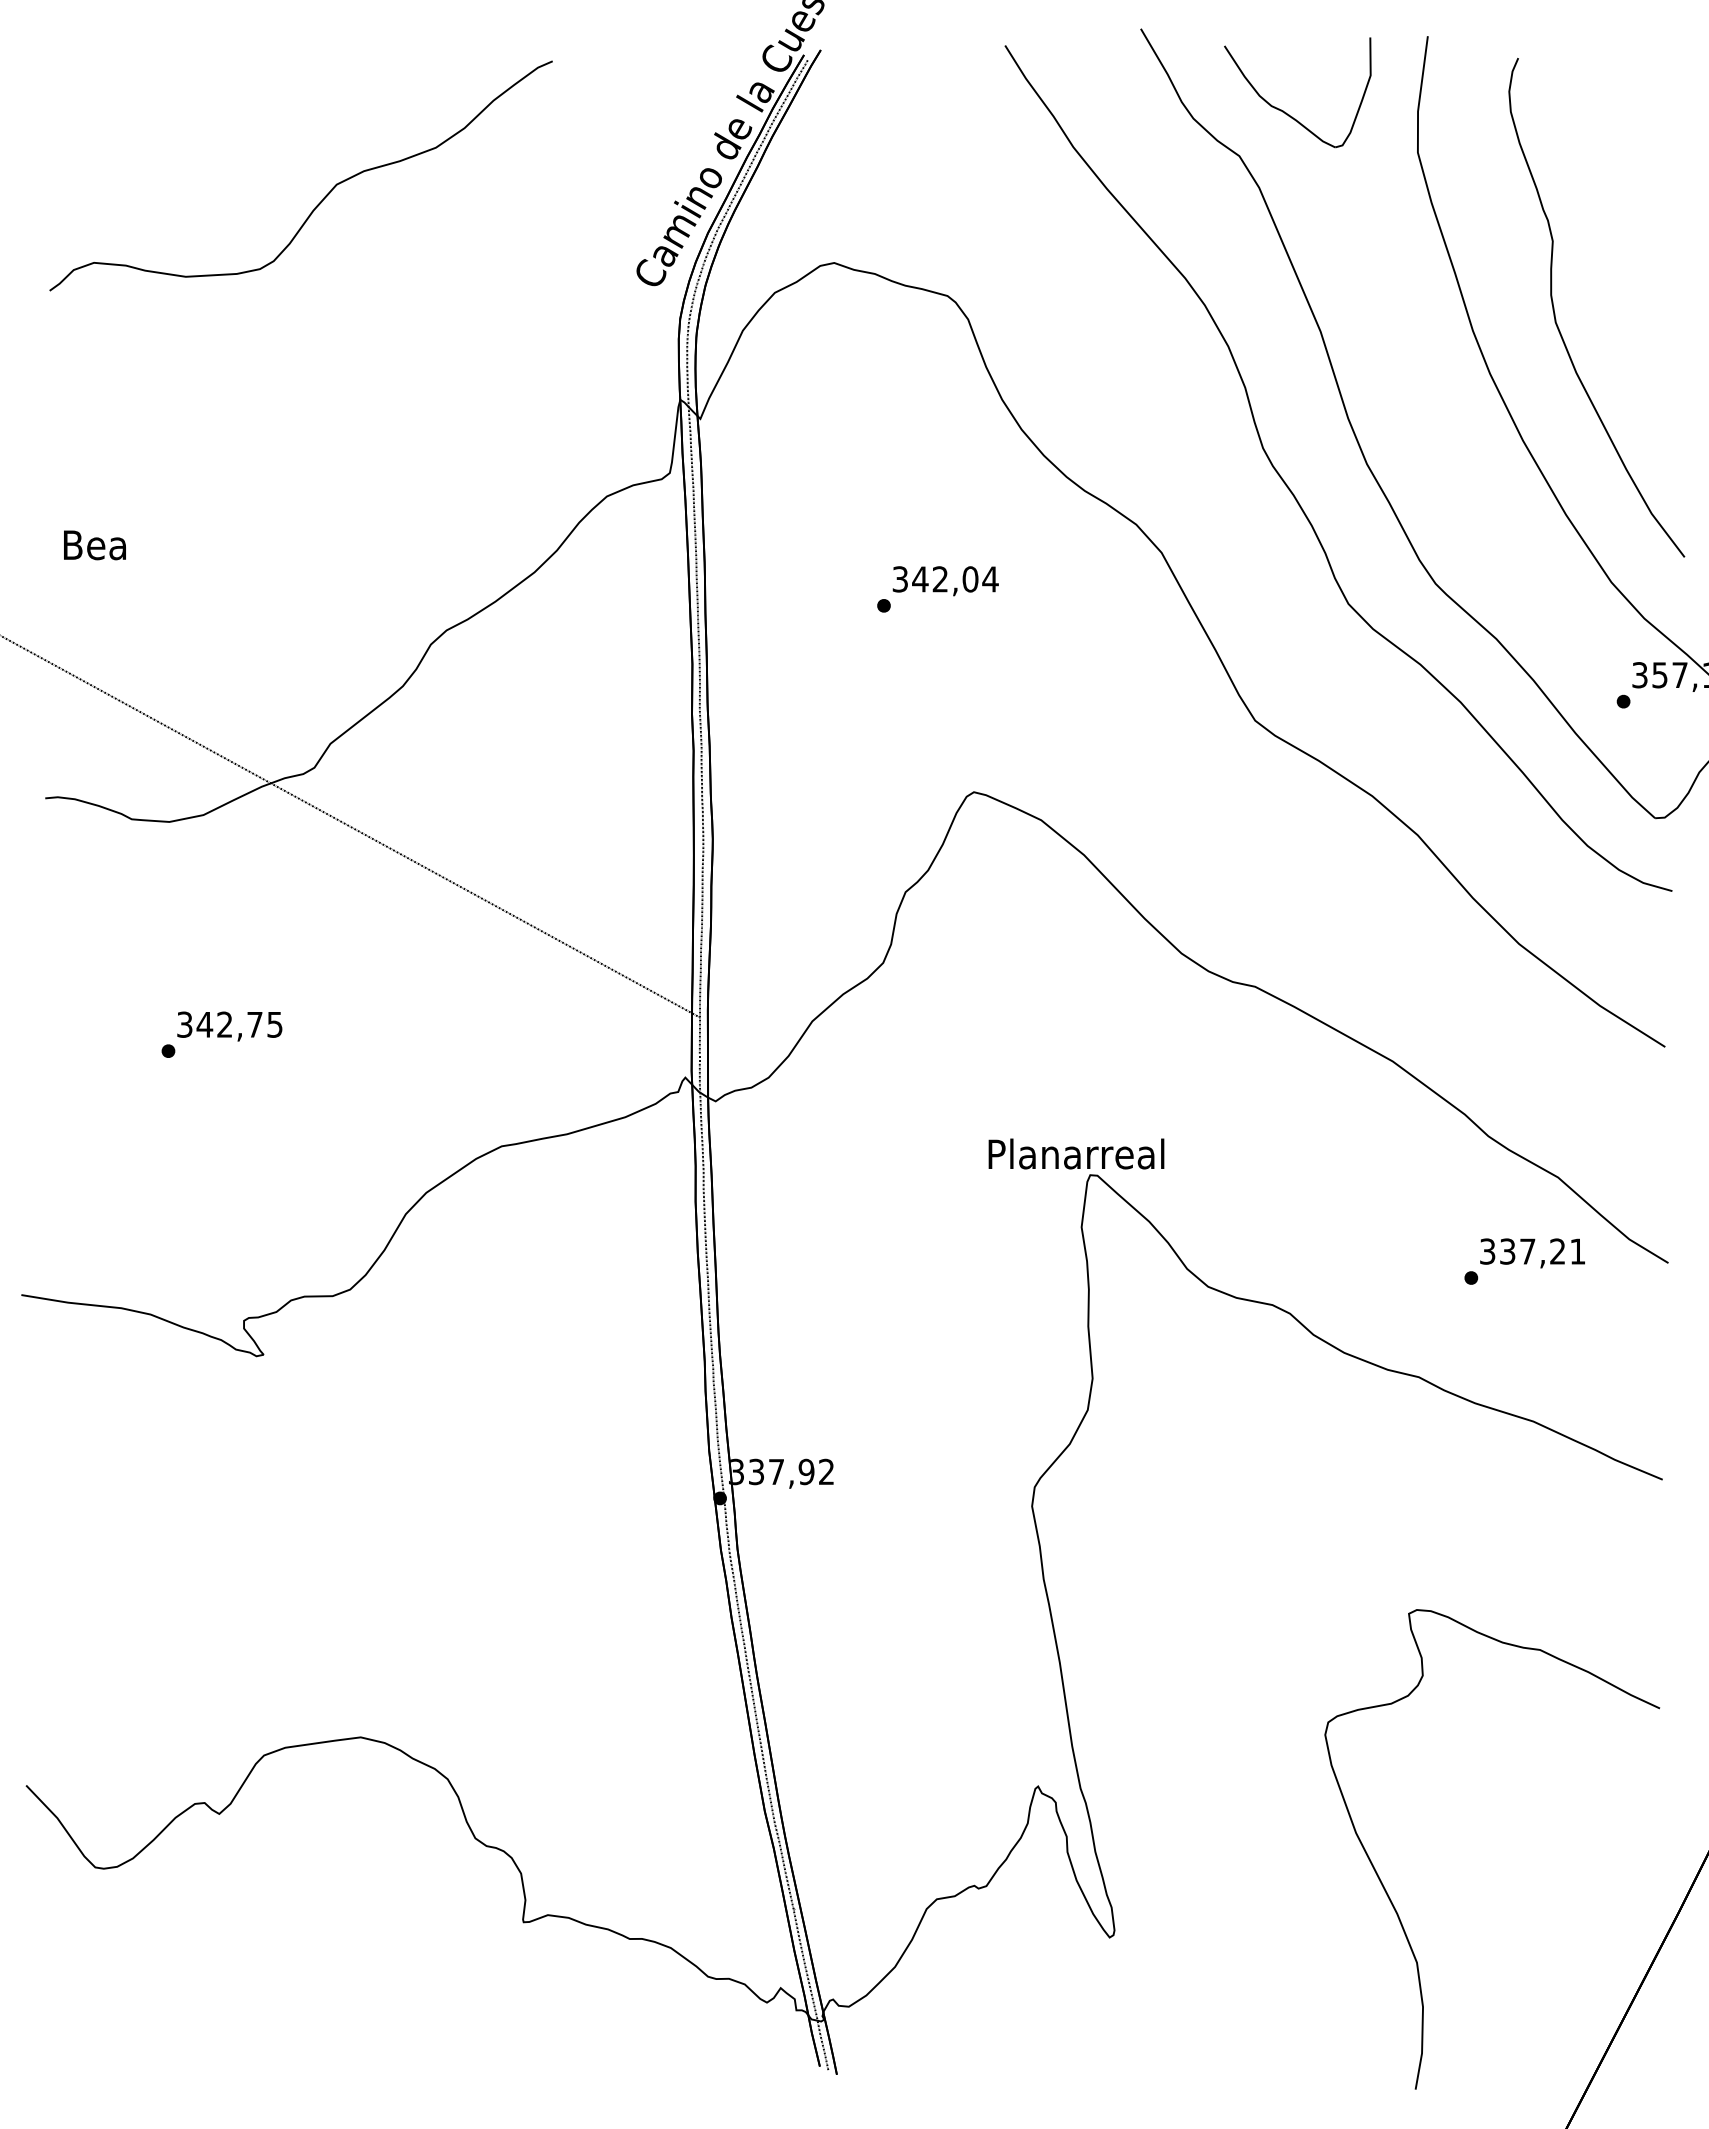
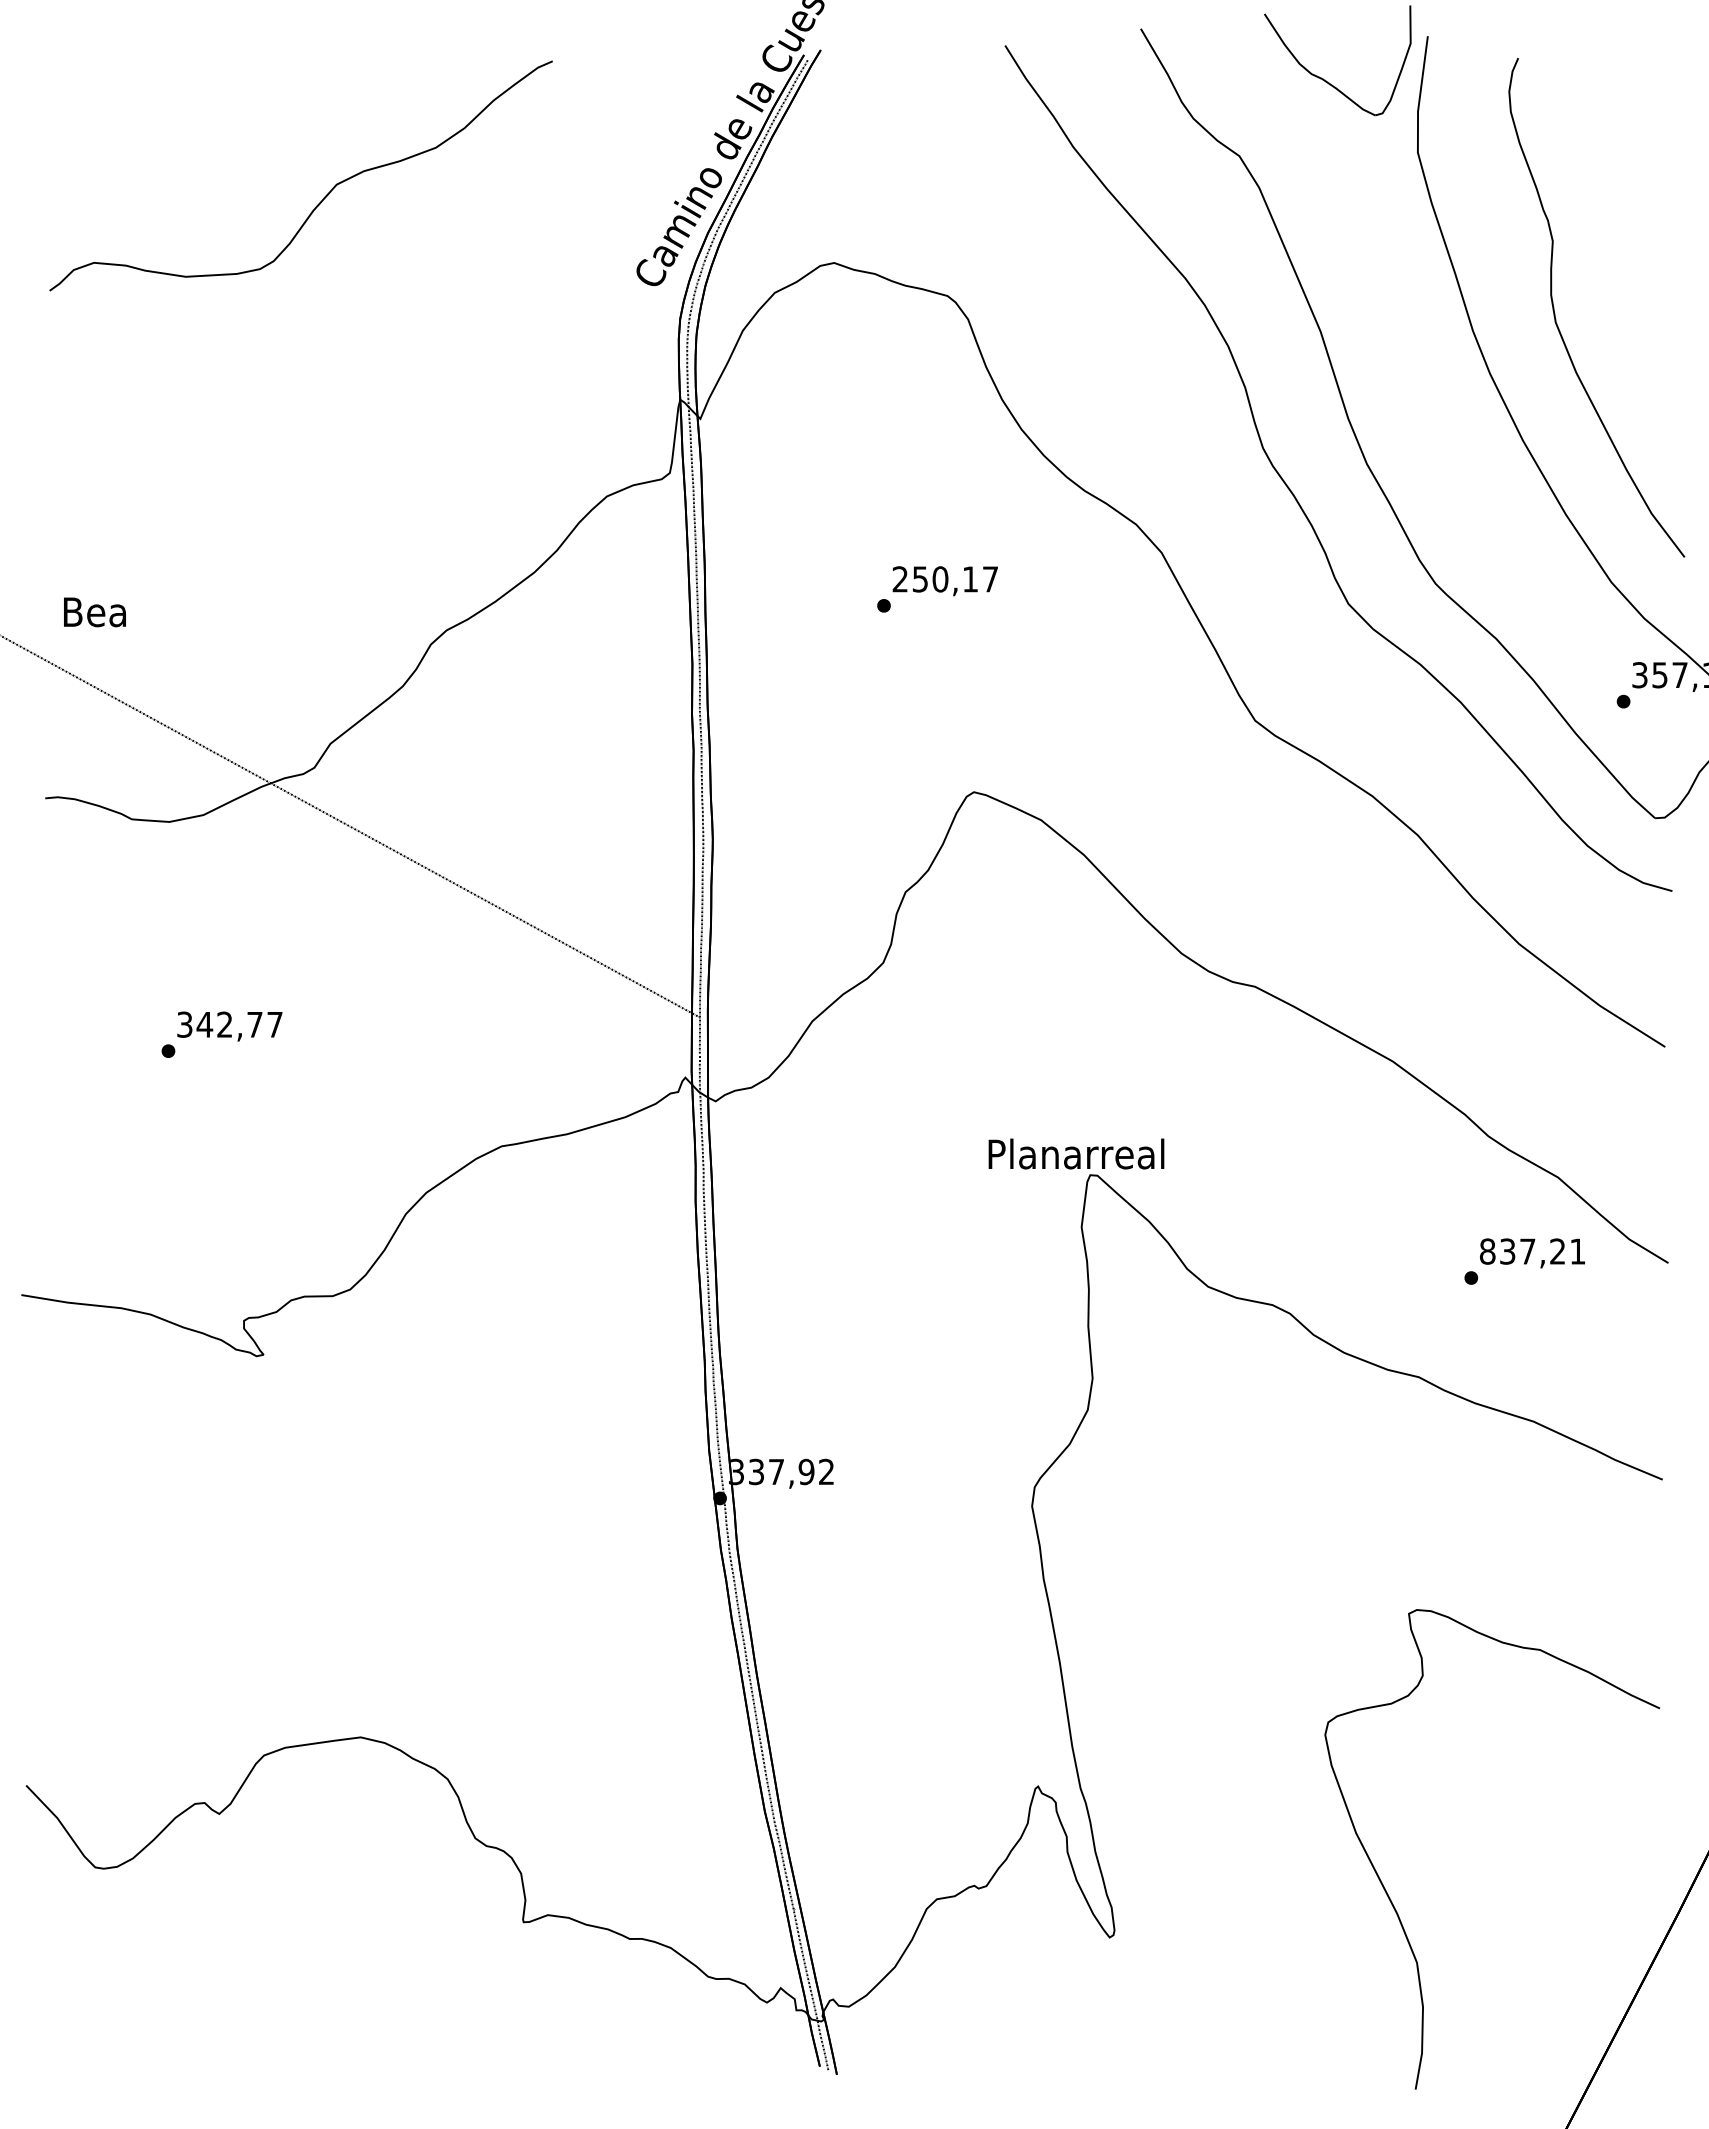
part at (1283, 110) position: (1283, 110) -> (1323, 78)
text at (94, 545) position: (94, 545) -> (94, 612)
text at (945, 579): 342,04 -> 250,17
text at (274, 1024): 342,75 -> 342,77
text at (1487, 1251): 337,21 -> 837,21
